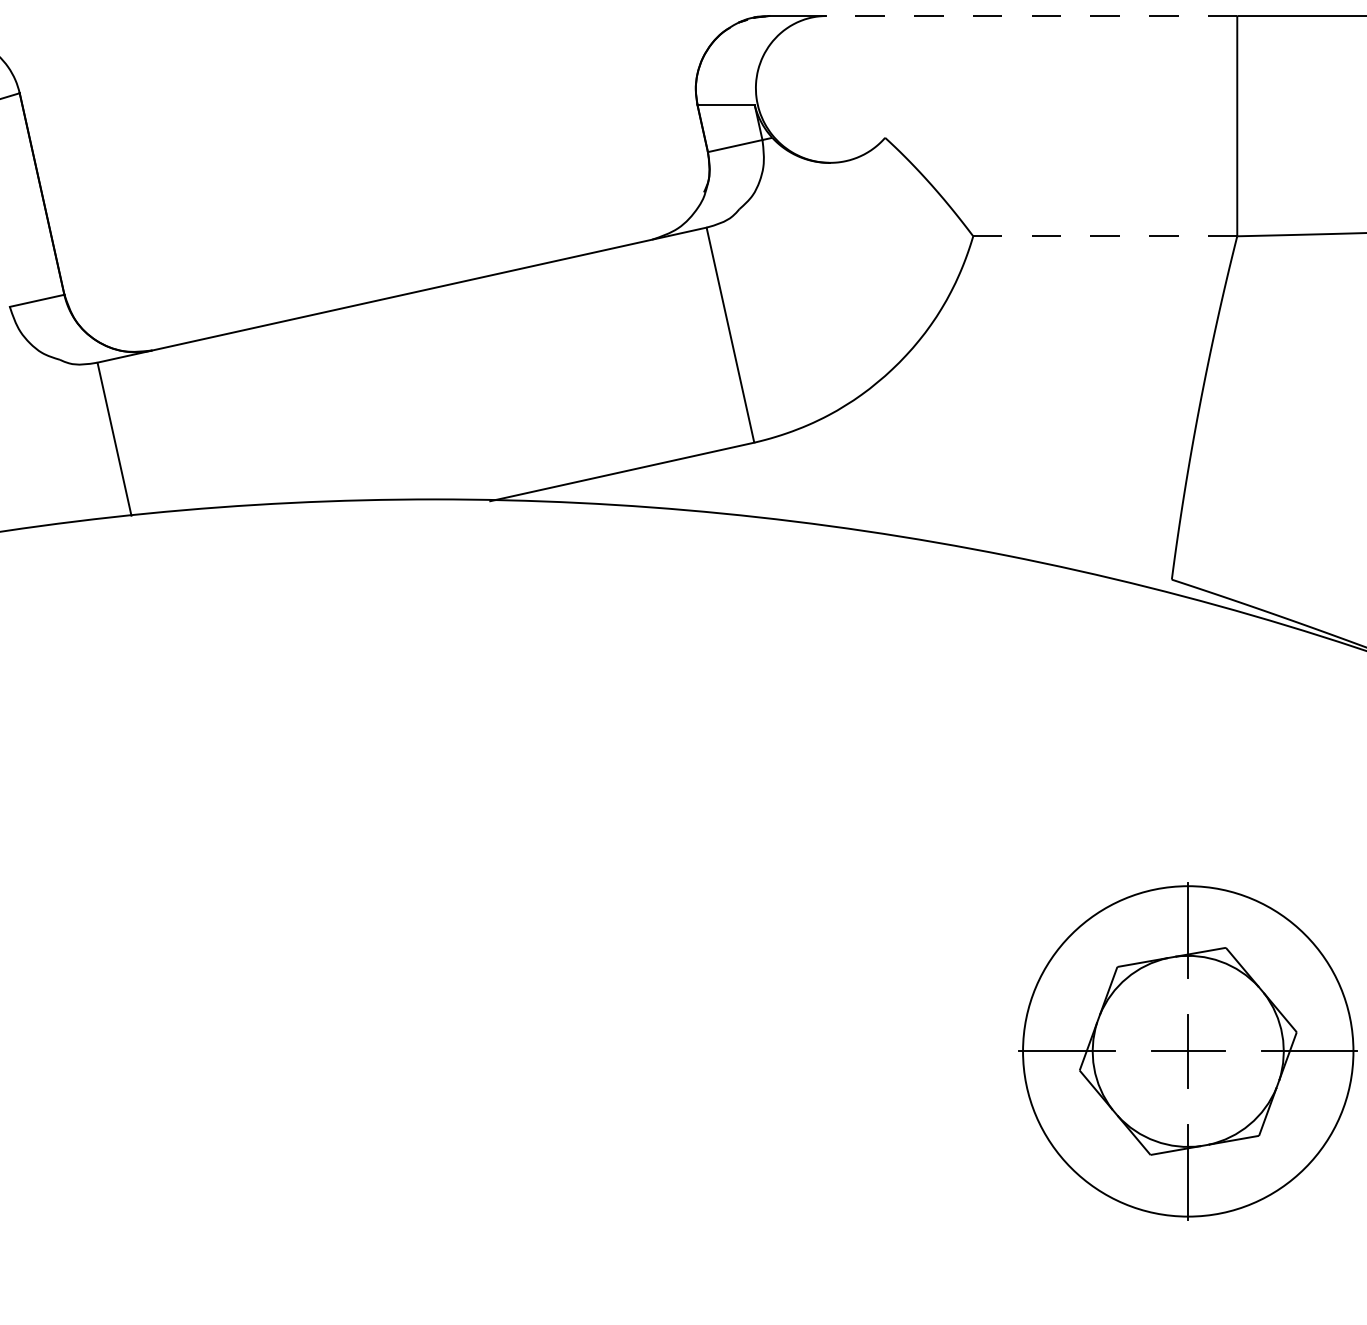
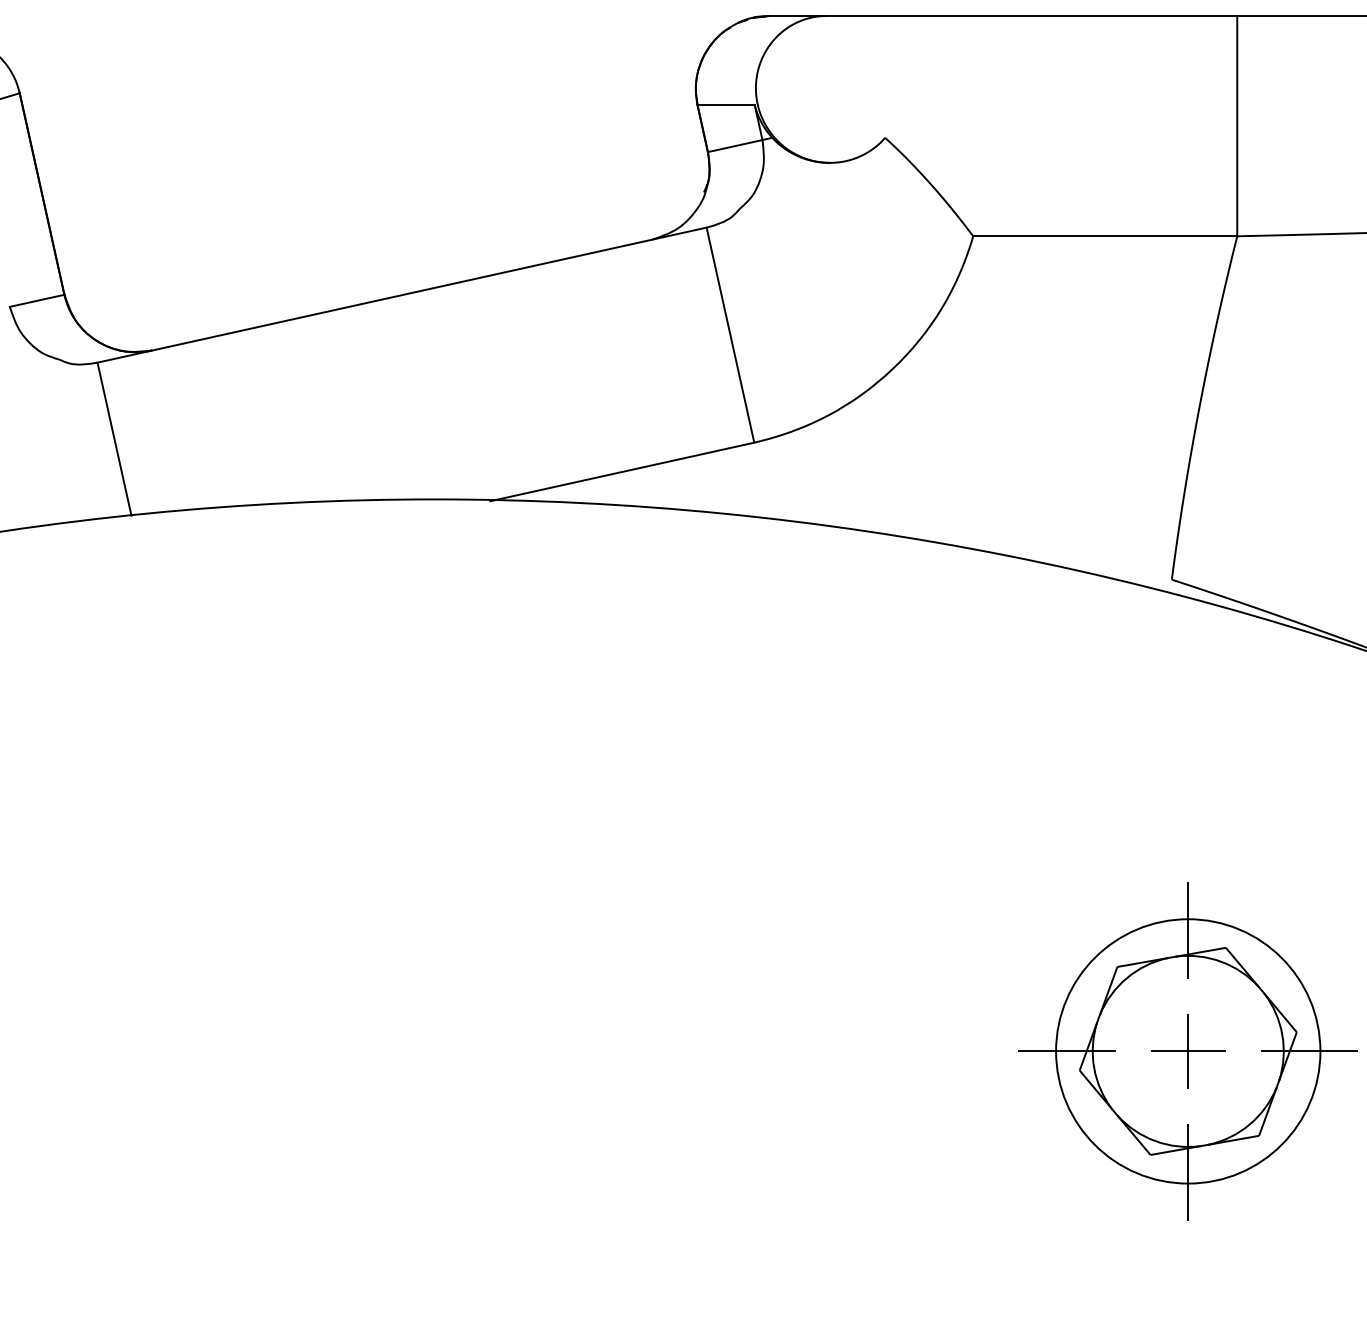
line at (1031, 16): dashed -> solid
line at (1104, 236): dashed -> solid
circle at (1188, 1051) diameter: 330 px -> 264 px
